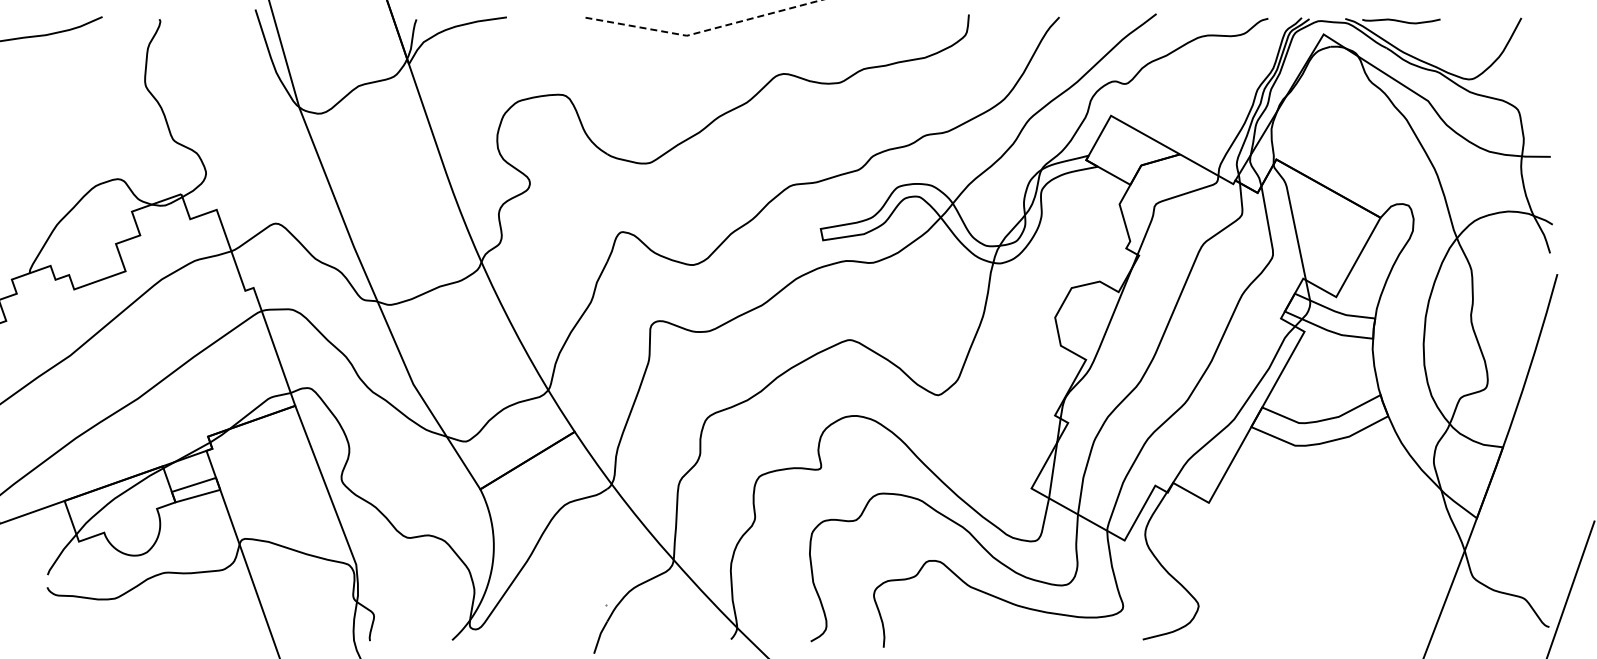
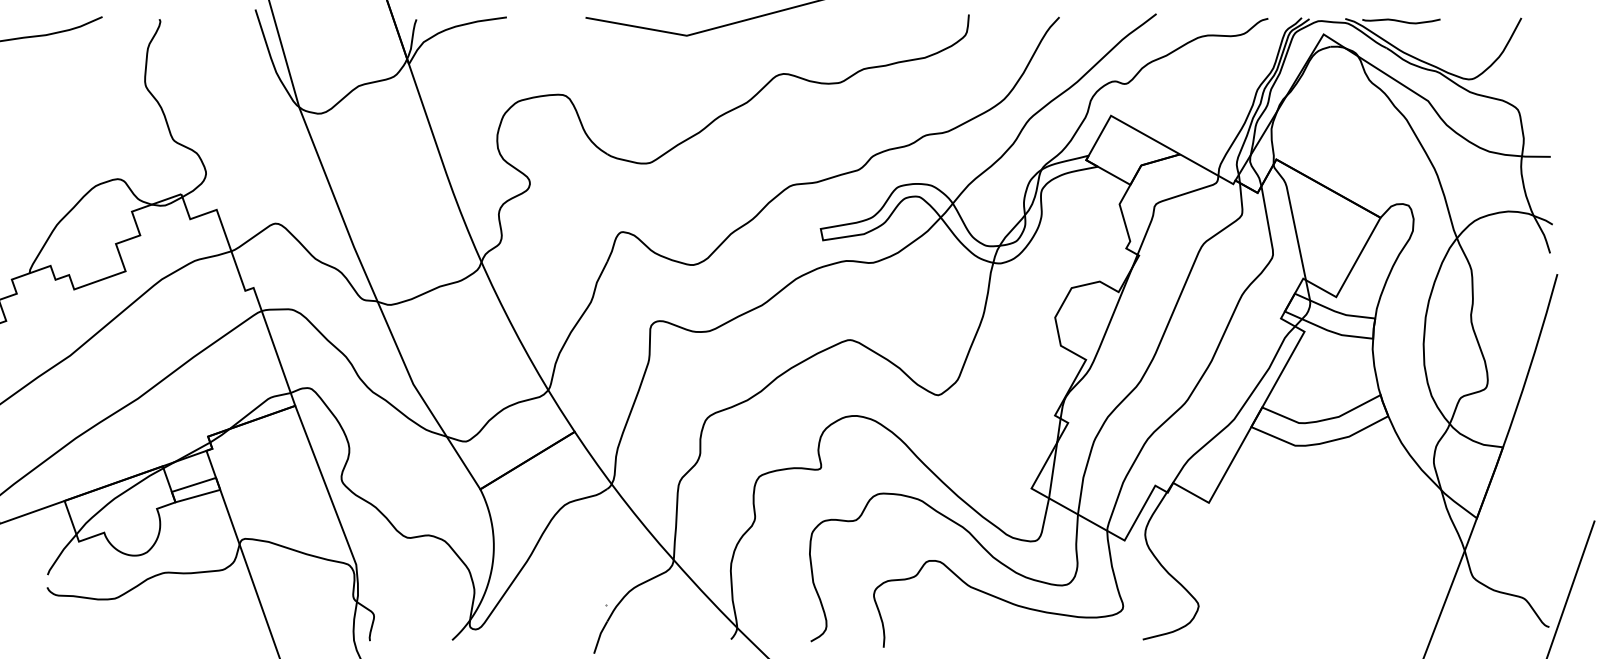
line at (703, 31): dashed -> solid
